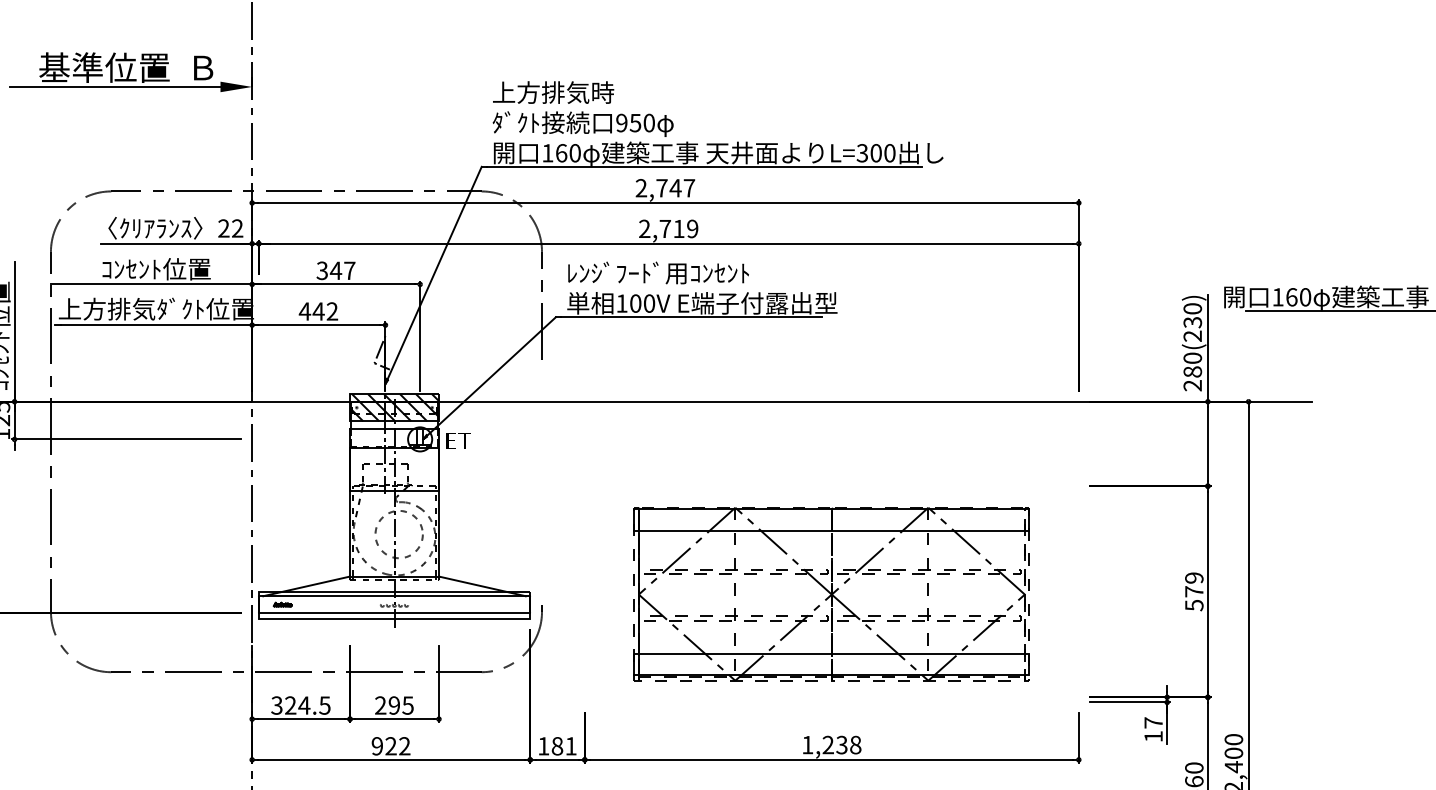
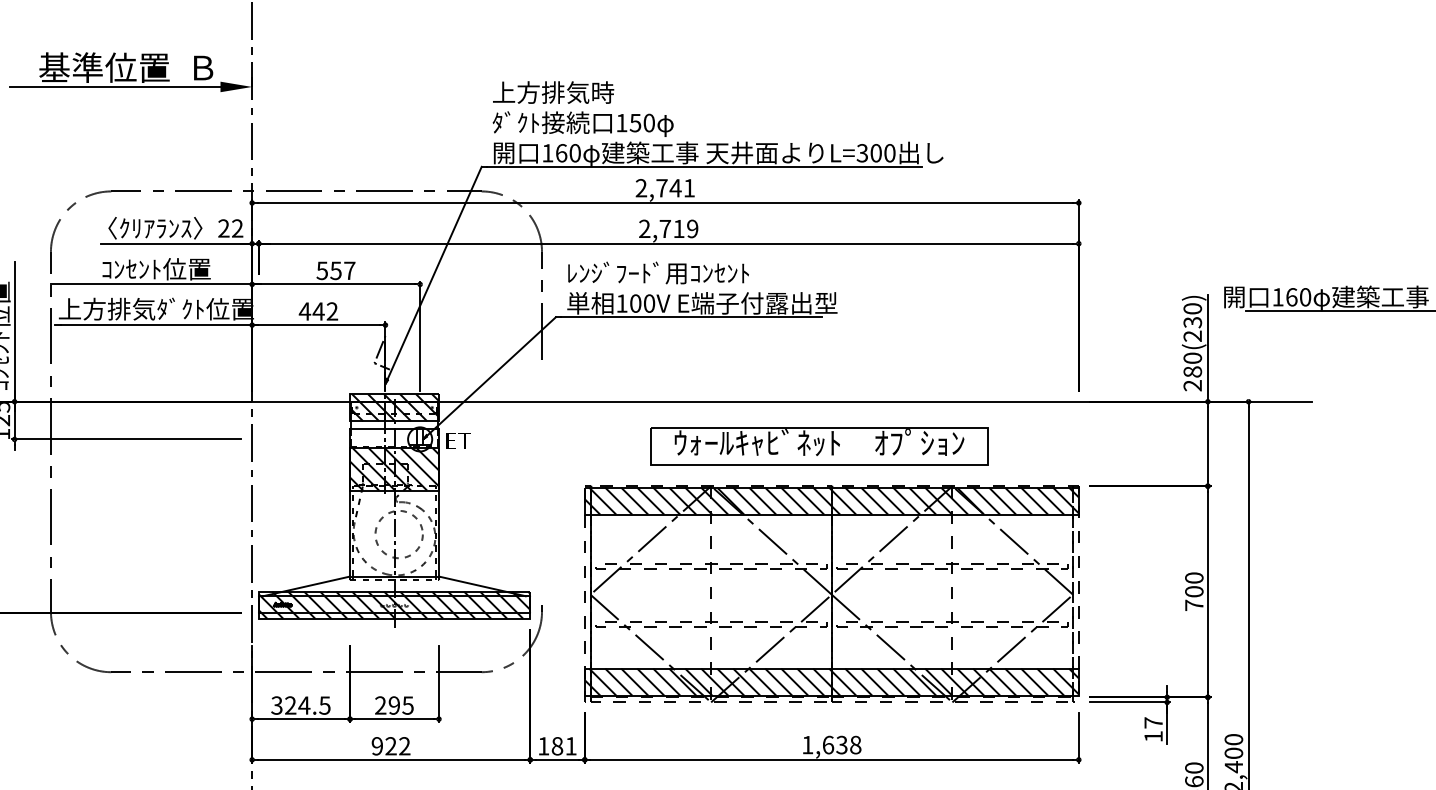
text at (621, 122): 950 -> 150
text at (689, 188): 2,747 -> 2,741
text at (329, 270): 347 -> 557
part at (819, 446): none -> present
hatch at (394, 469): none -> present
text at (1194, 591): 579 -> 700
part at (831, 594) size: 397x175 px -> 496x218 px
hatch at (394, 604): none -> present
text at (828, 744): 1,238 -> 1,638
